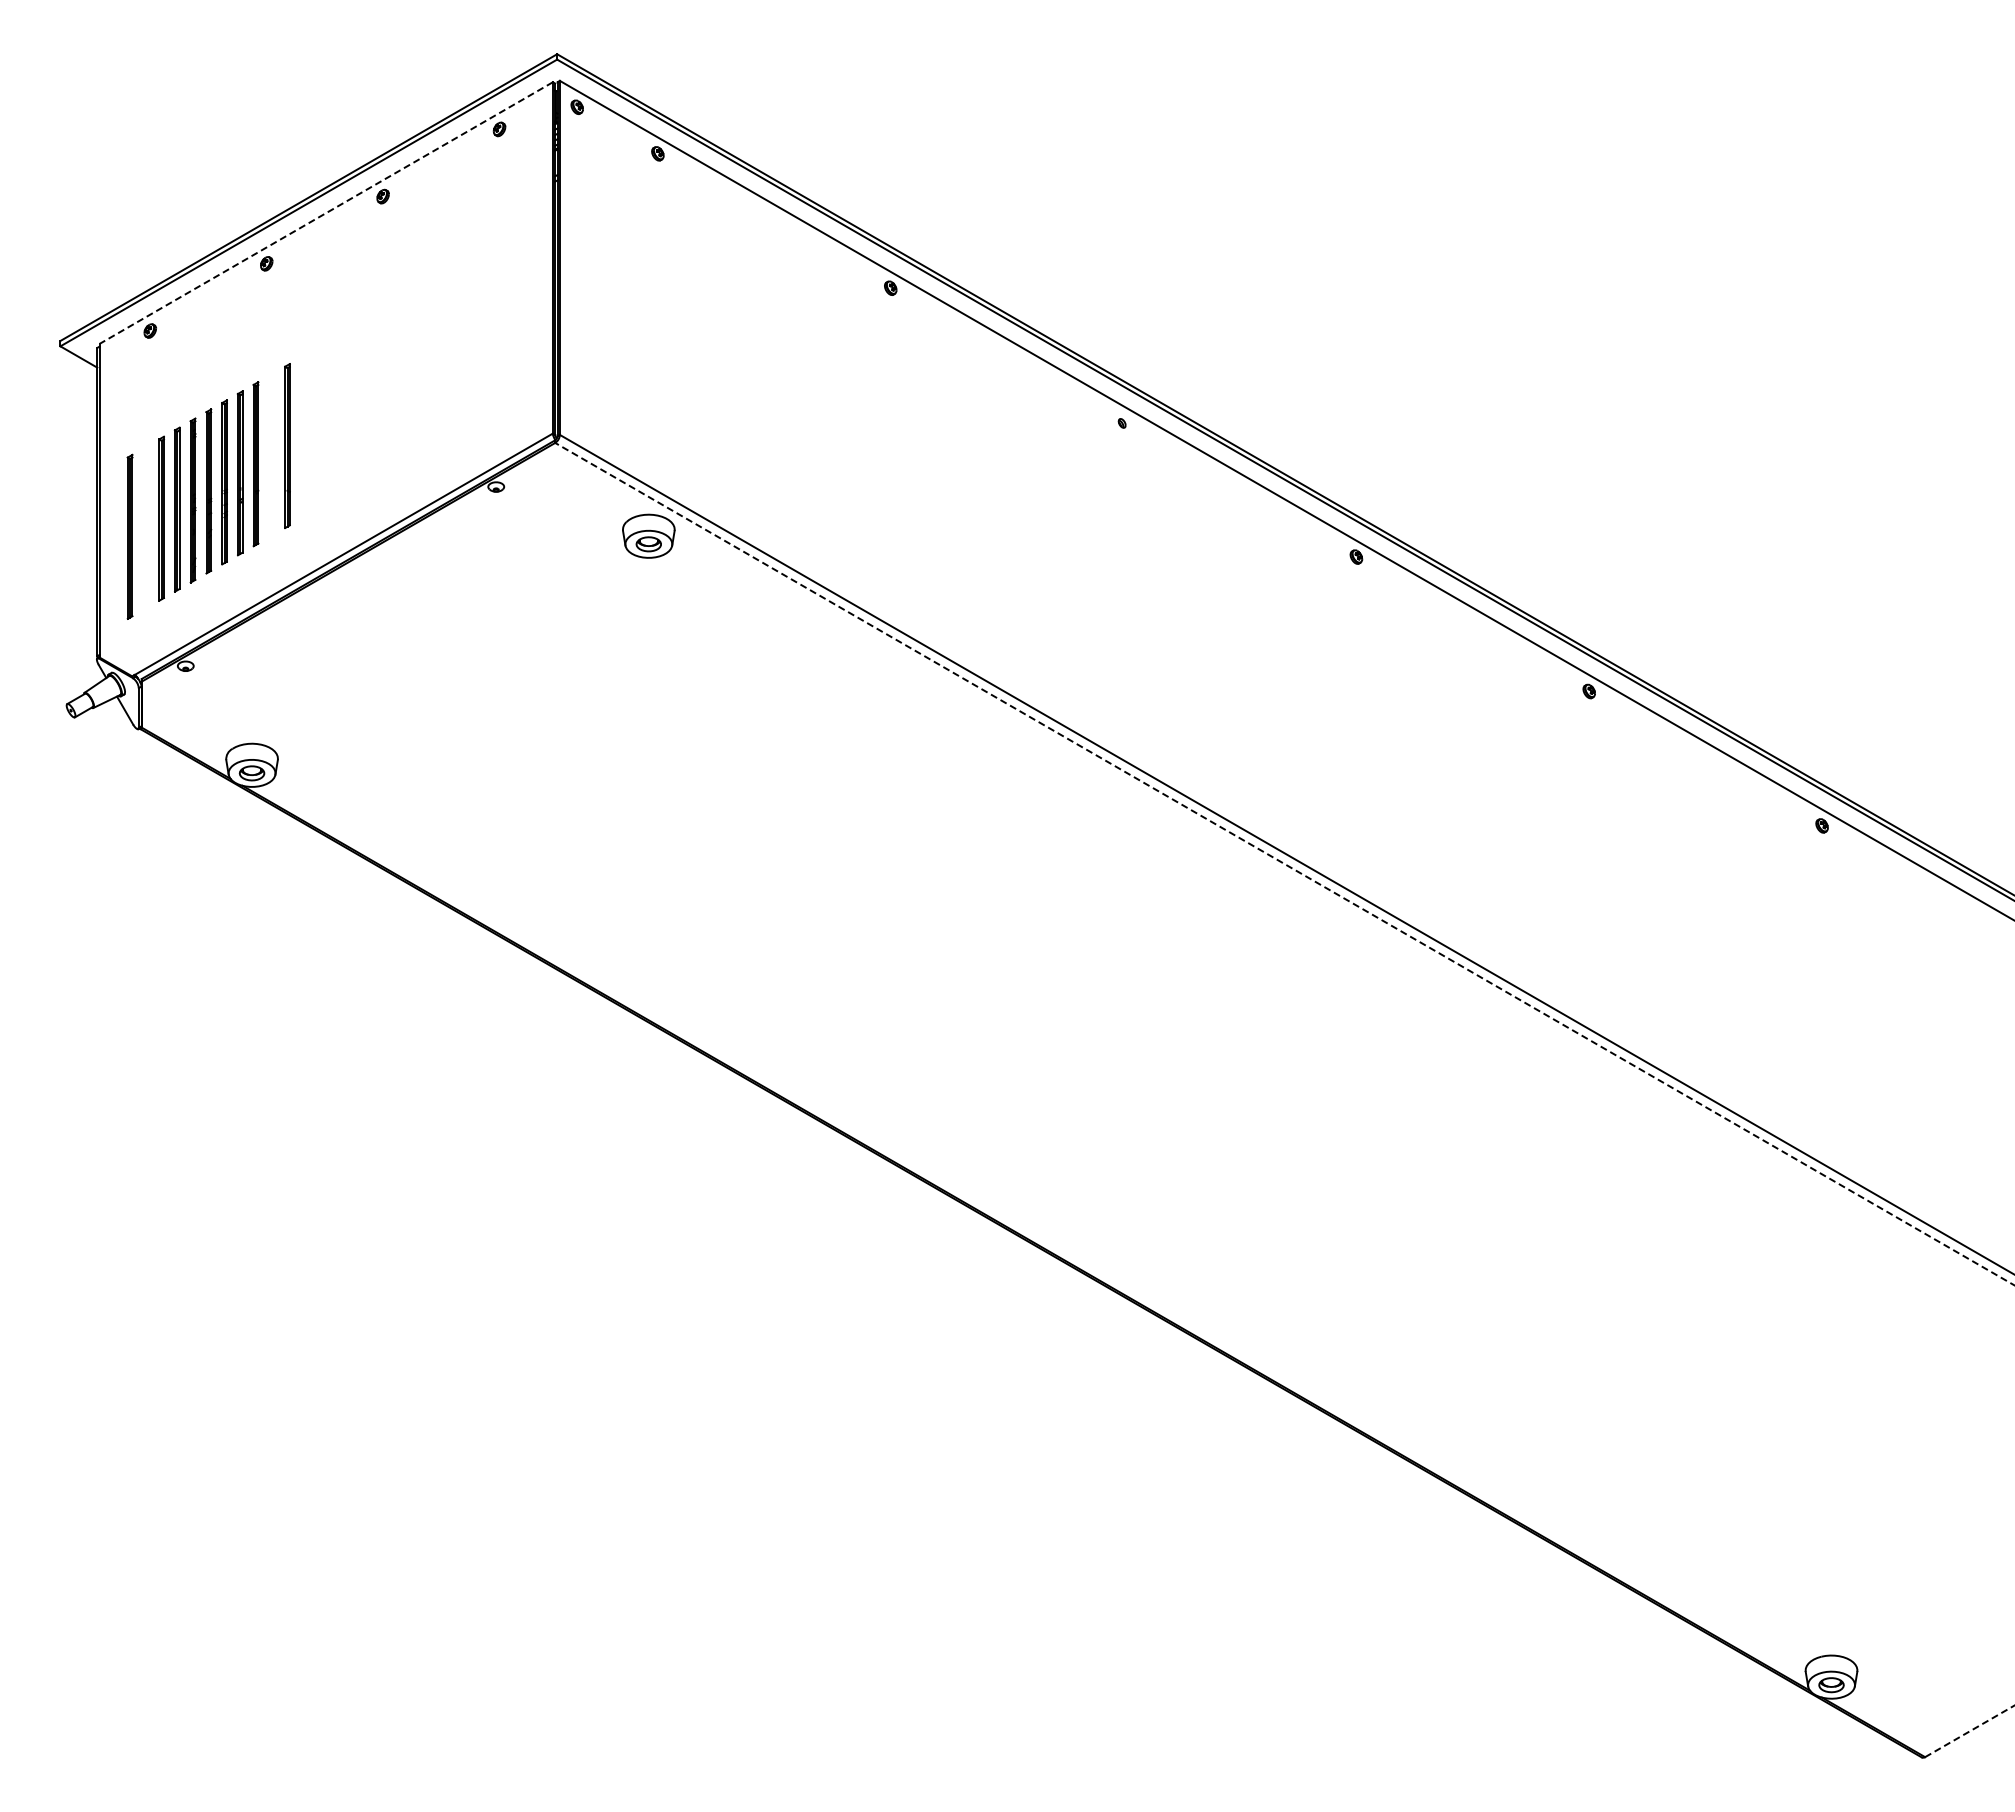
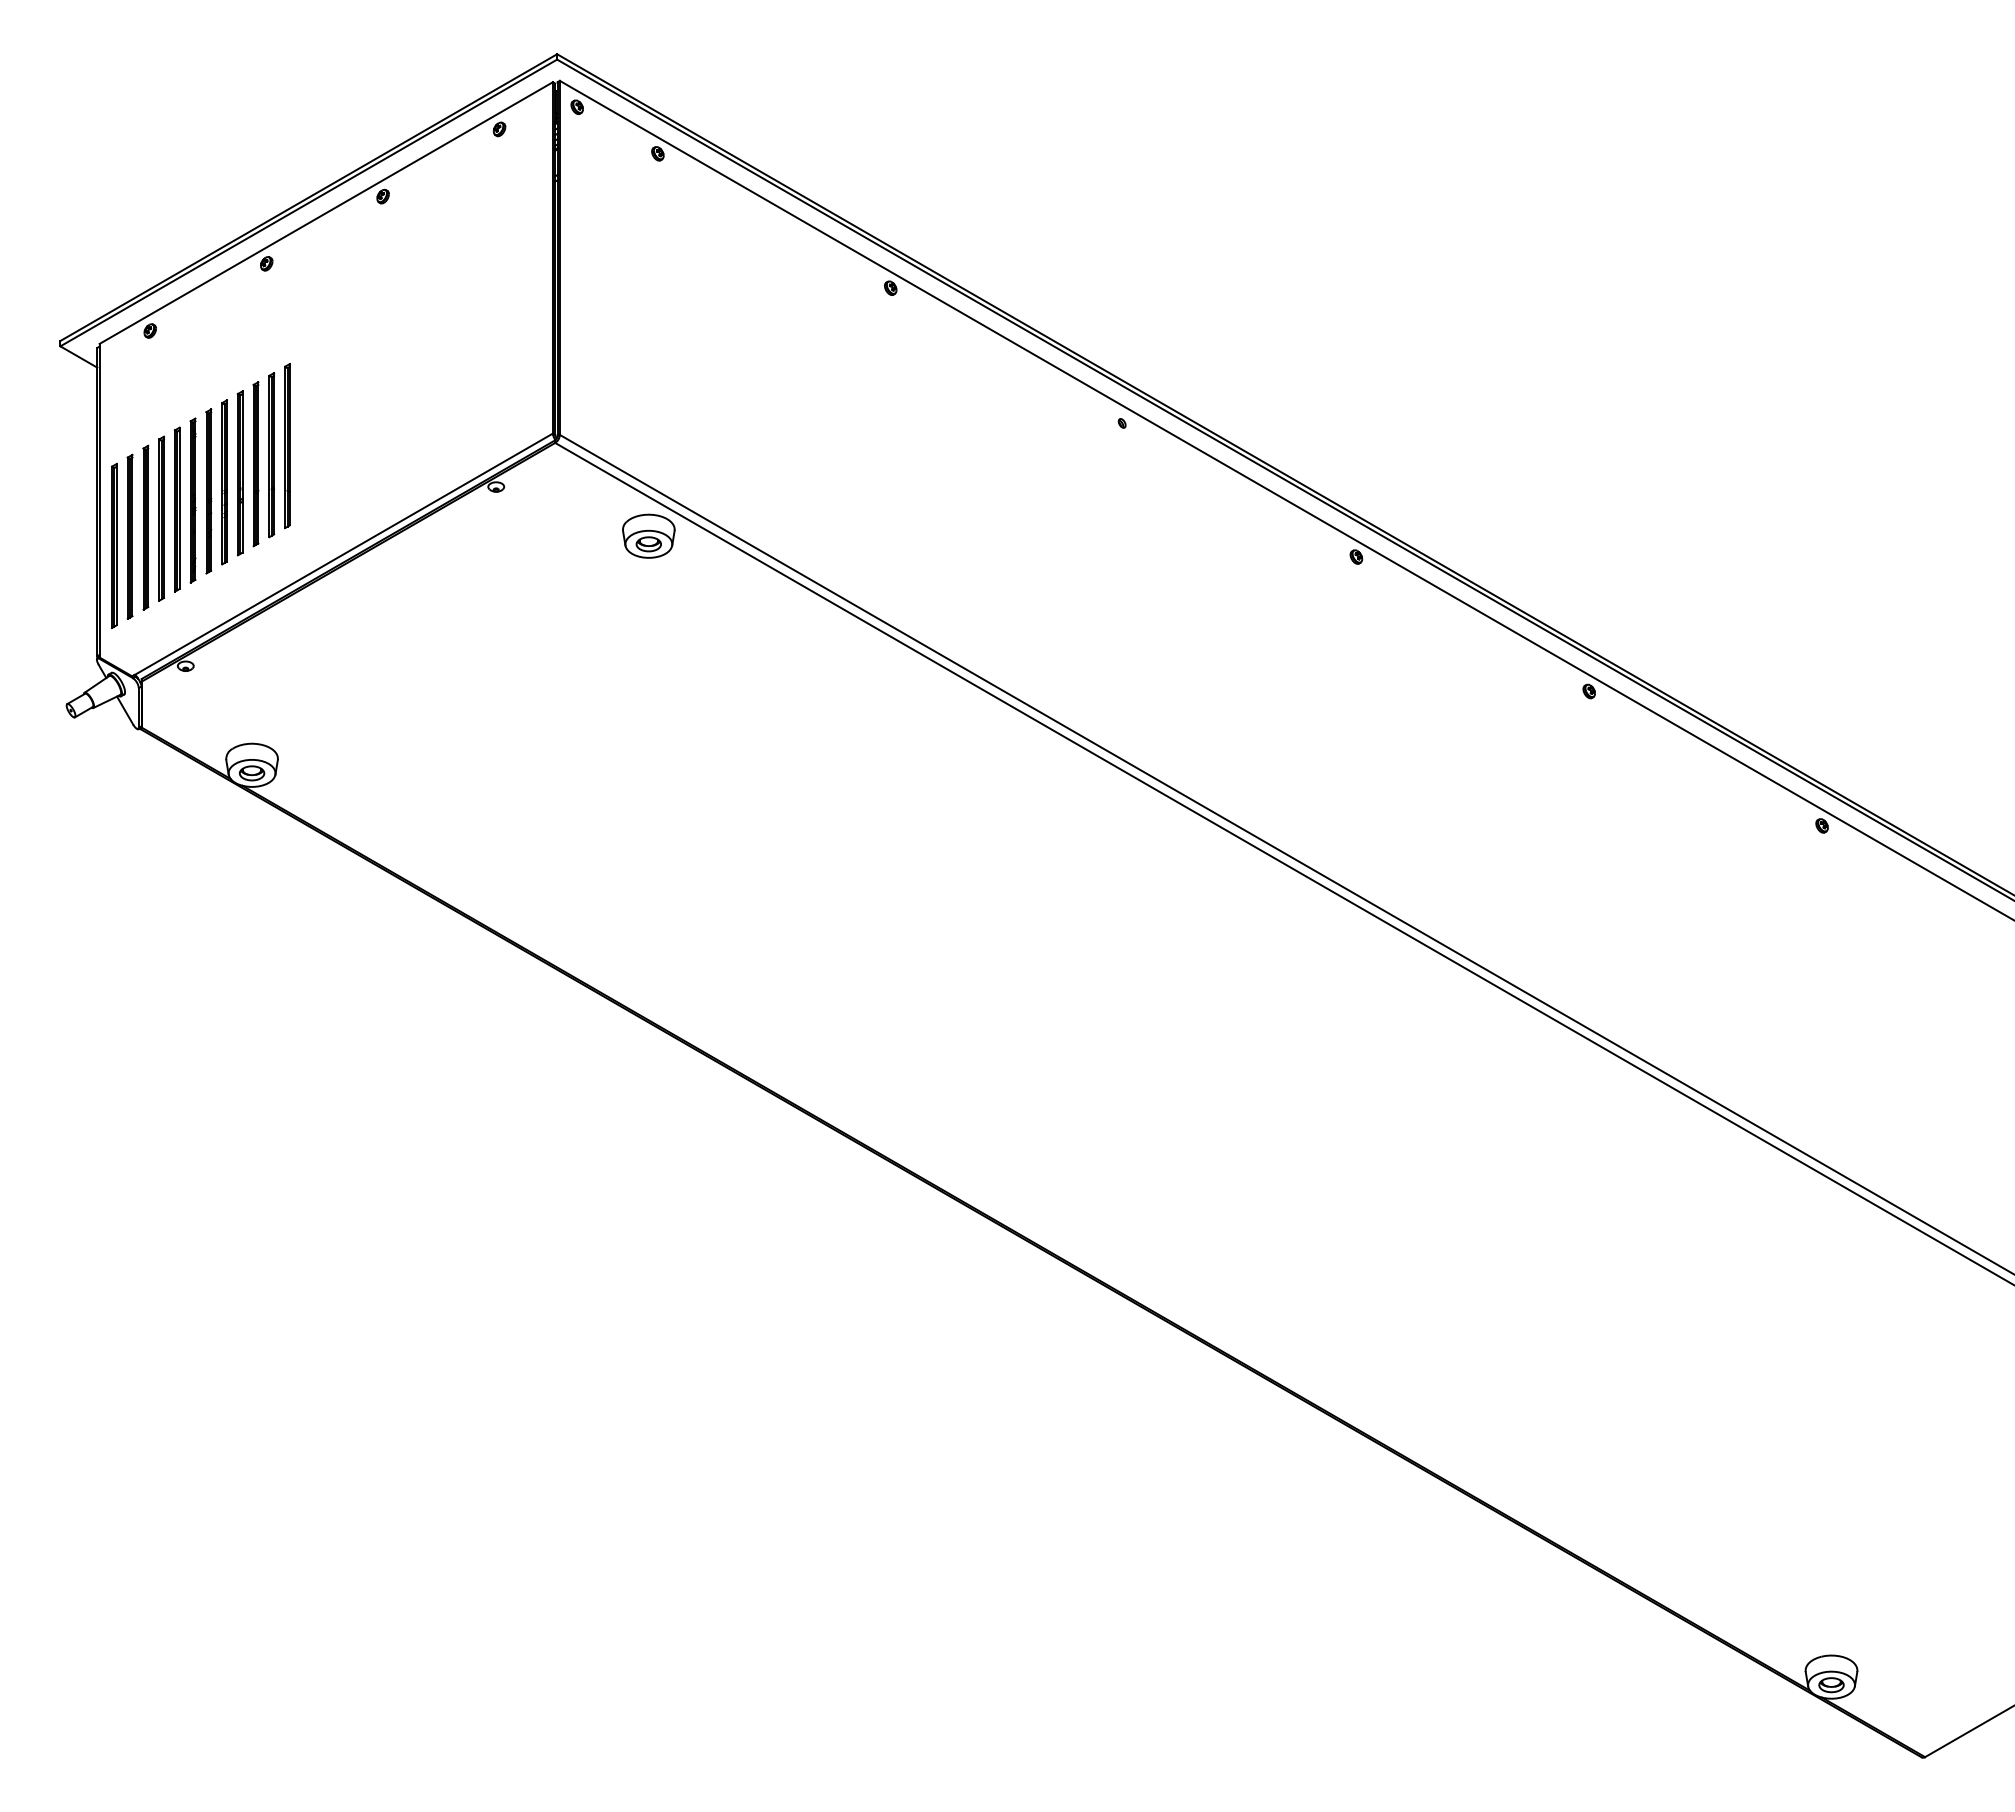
line at (326, 213): dashed -> solid
part at (271, 455): none -> present
part at (145, 527): none -> present
part at (114, 545): none -> present
line at (1285, 864): dashed -> solid
line at (1970, 1731): dashed -> solid
